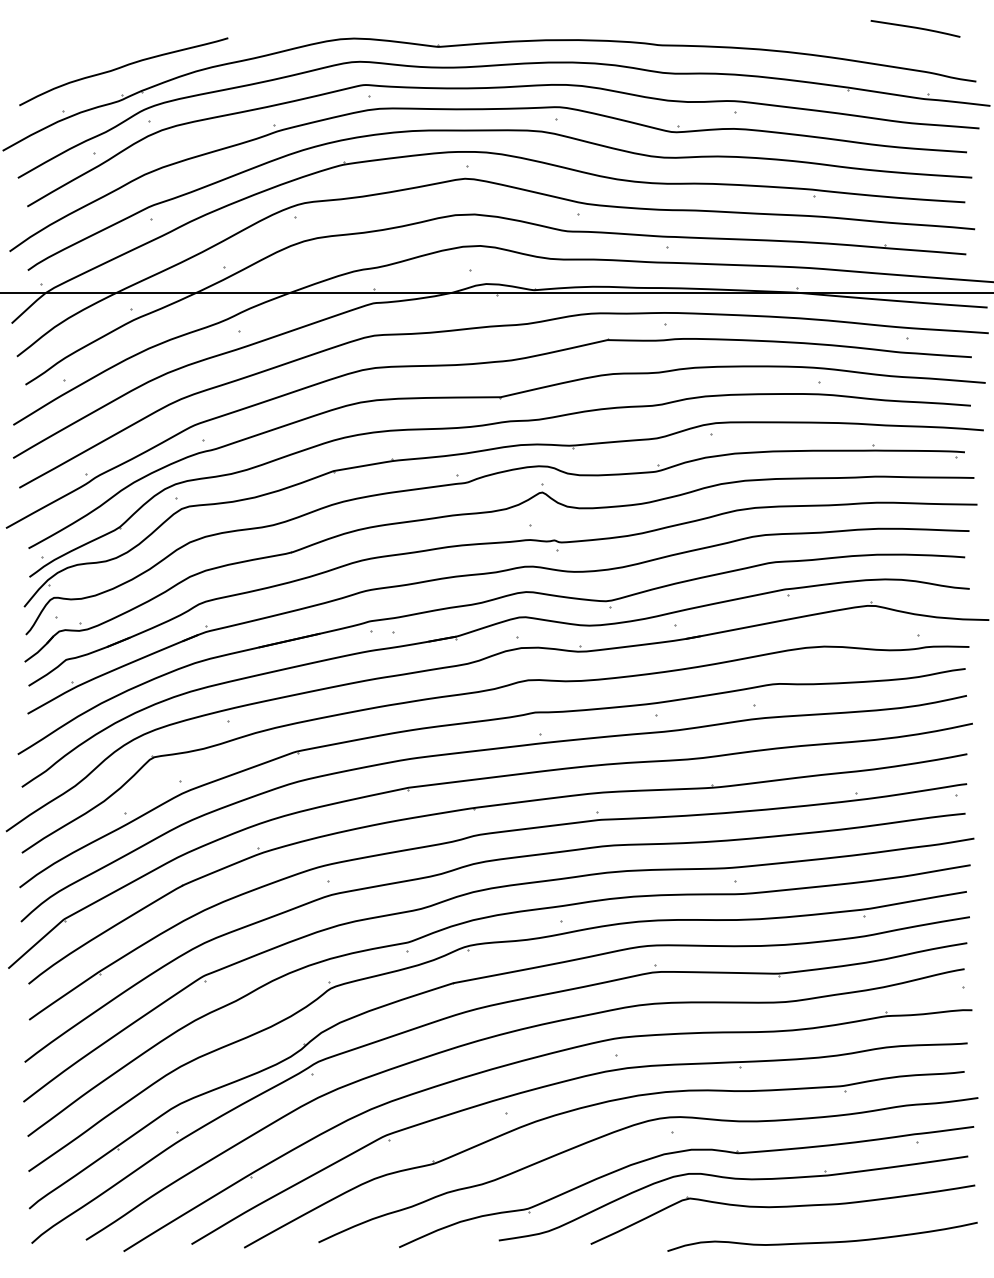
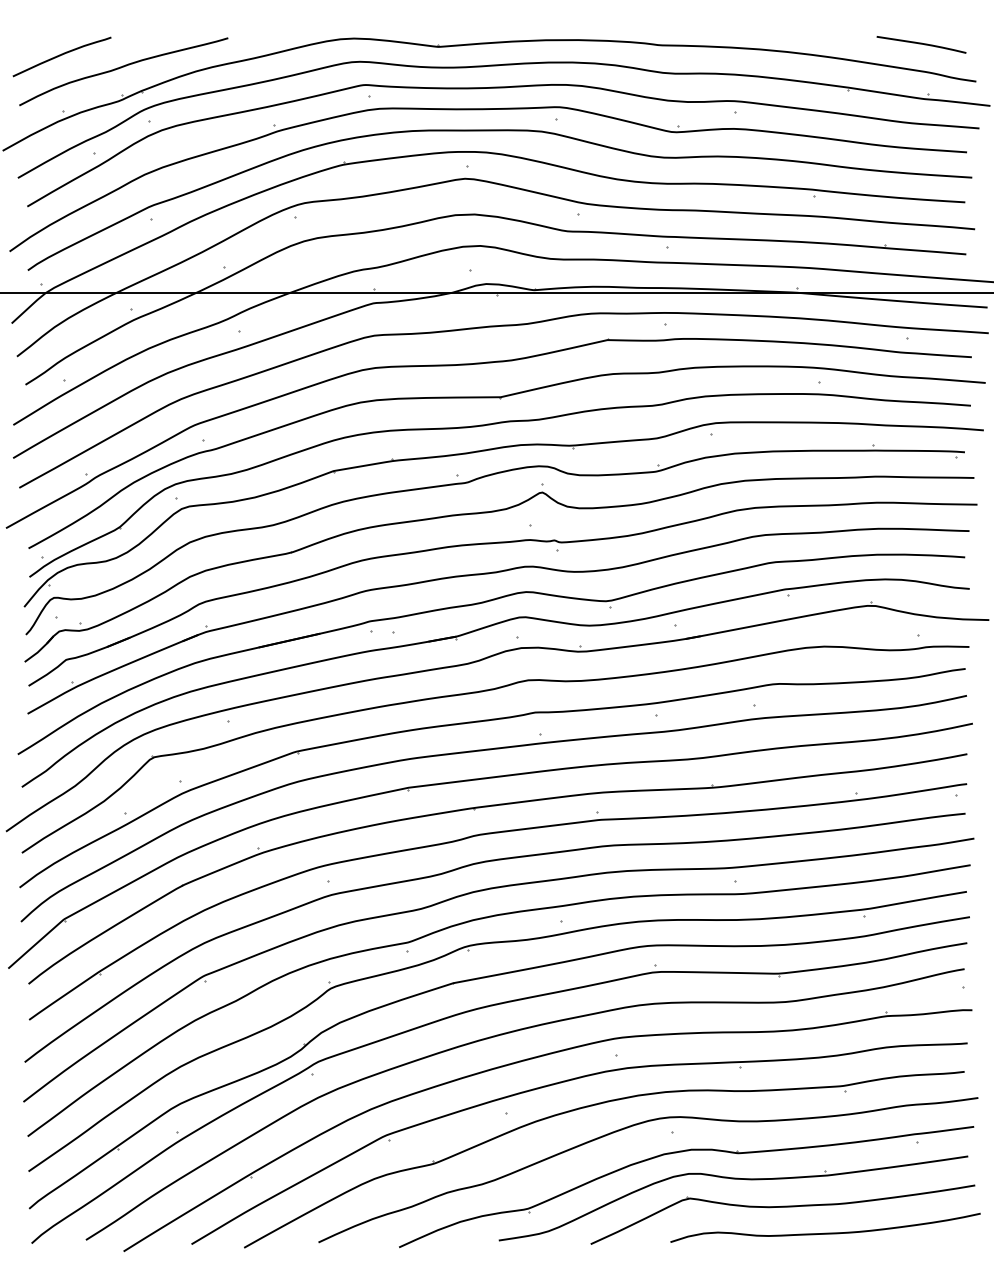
curve at (915, 28) position: (915, 28) -> (921, 44)
curve at (61, 55): none -> present
curve at (822, 1241) position: (822, 1241) -> (825, 1232)
